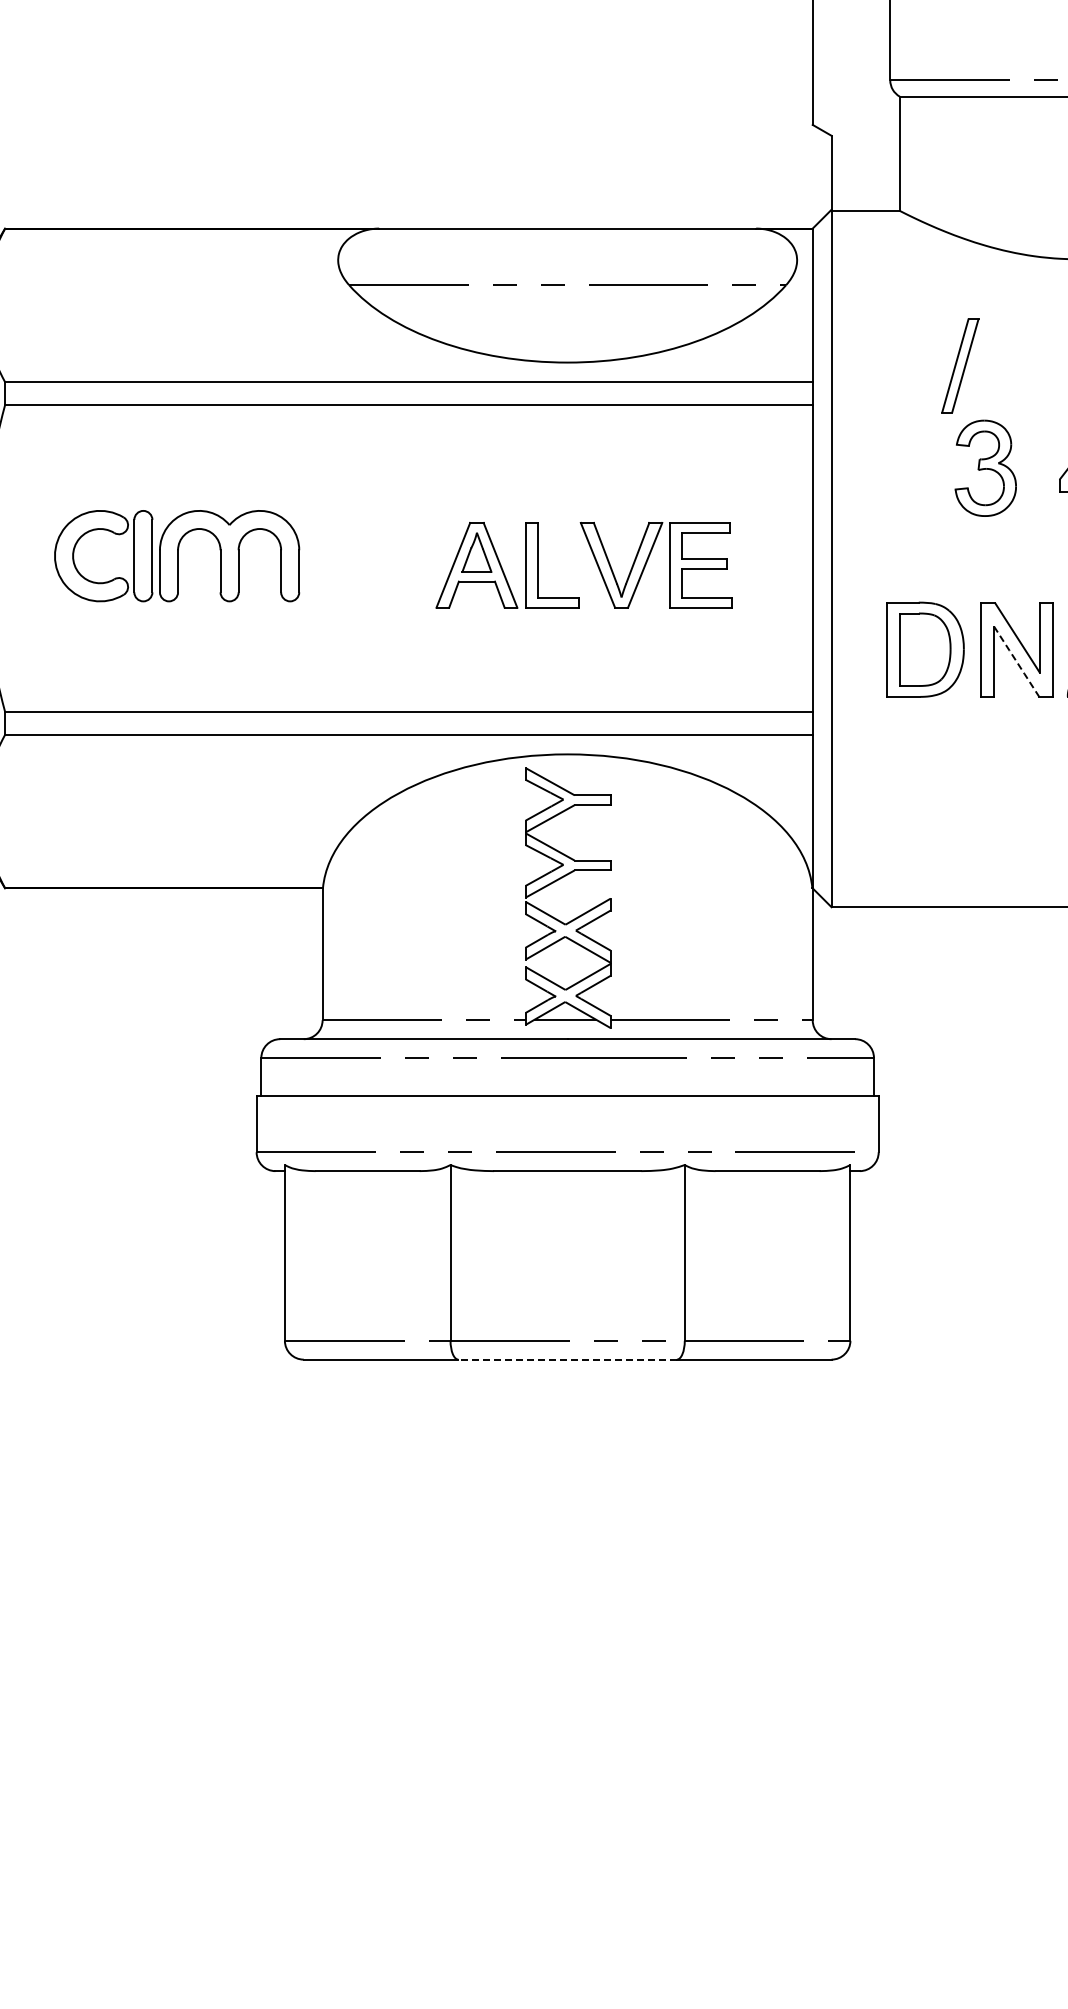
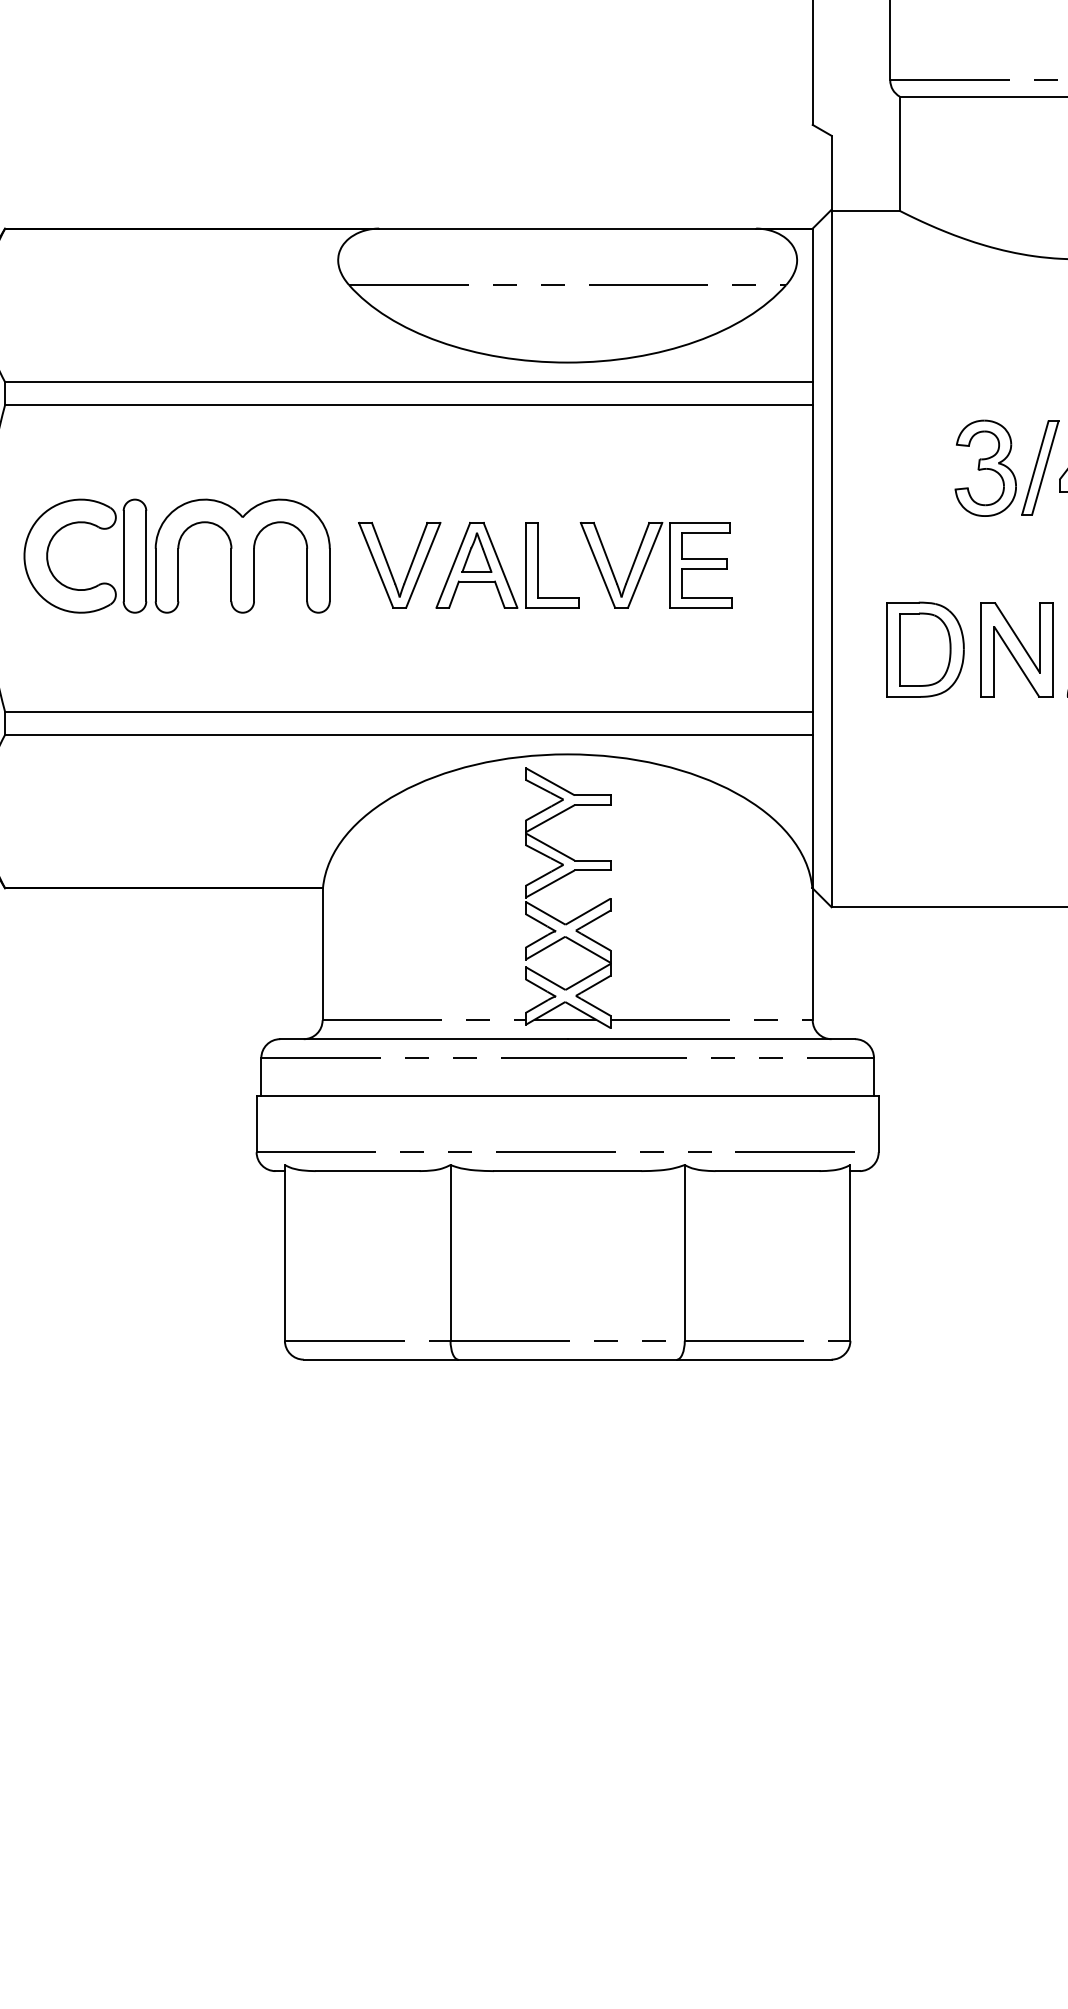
part at (960, 365) position: (960, 365) -> (1040, 467)
part at (177, 556) size: 247x93 px -> 308x116 px
part at (390, 568): none -> present
line at (1017, 662): dashed -> solid
line at (567, 1359): dashed -> solid
